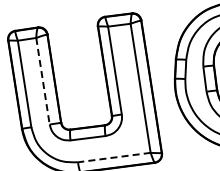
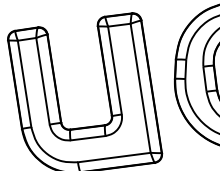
line at (42, 81): dashed -> solid
line at (114, 157): dashed -> solid
